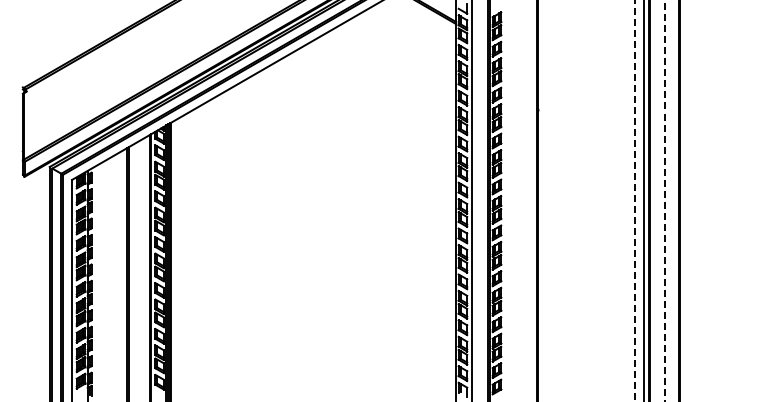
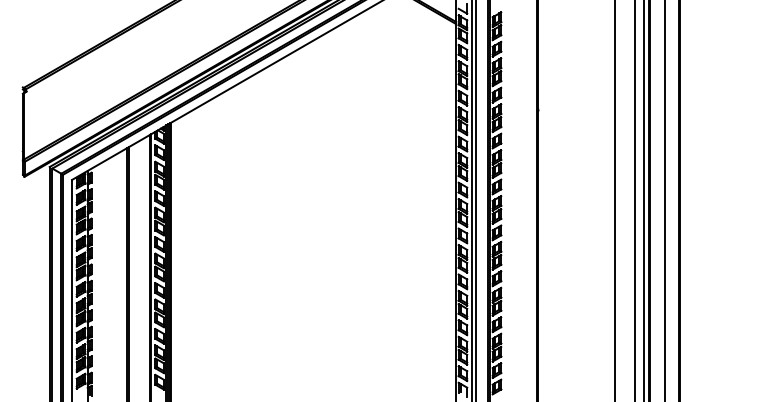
line at (476, 200): none -> present
line at (615, 200): none -> present
line at (634, 200): dashed -> solid
line at (664, 201): dashed -> solid
